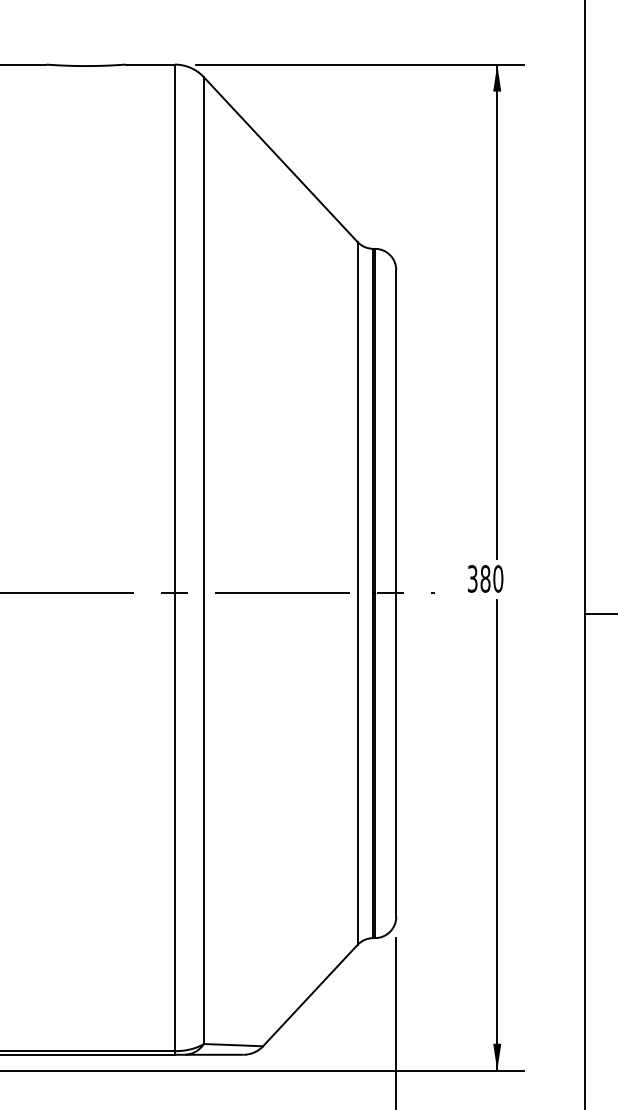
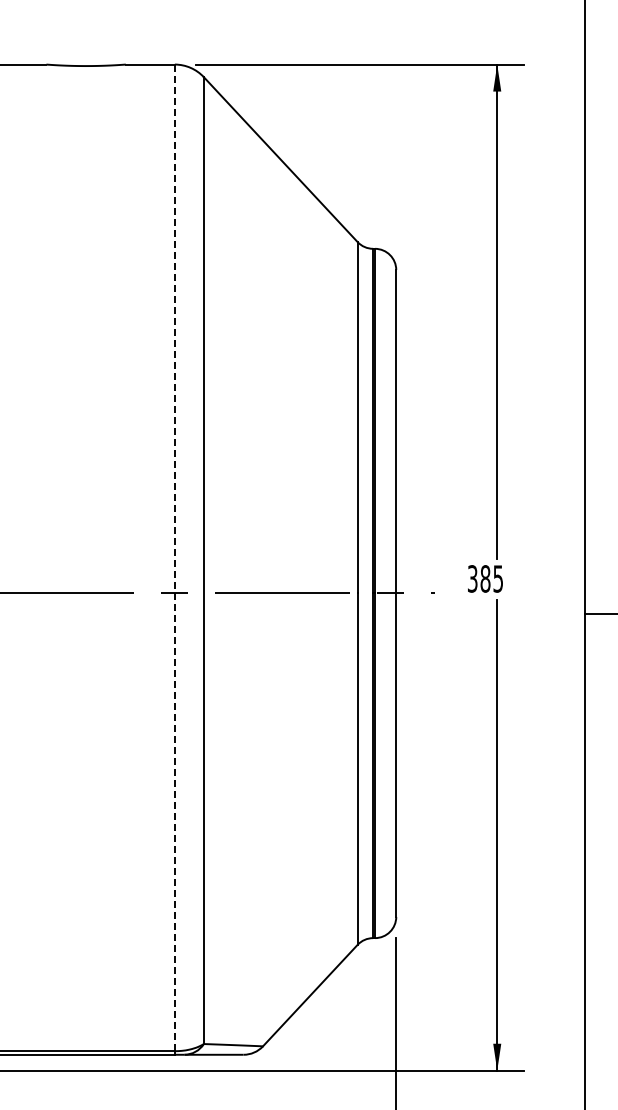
line at (174, 557): solid -> dashed
text at (498, 578): 380 -> 385
